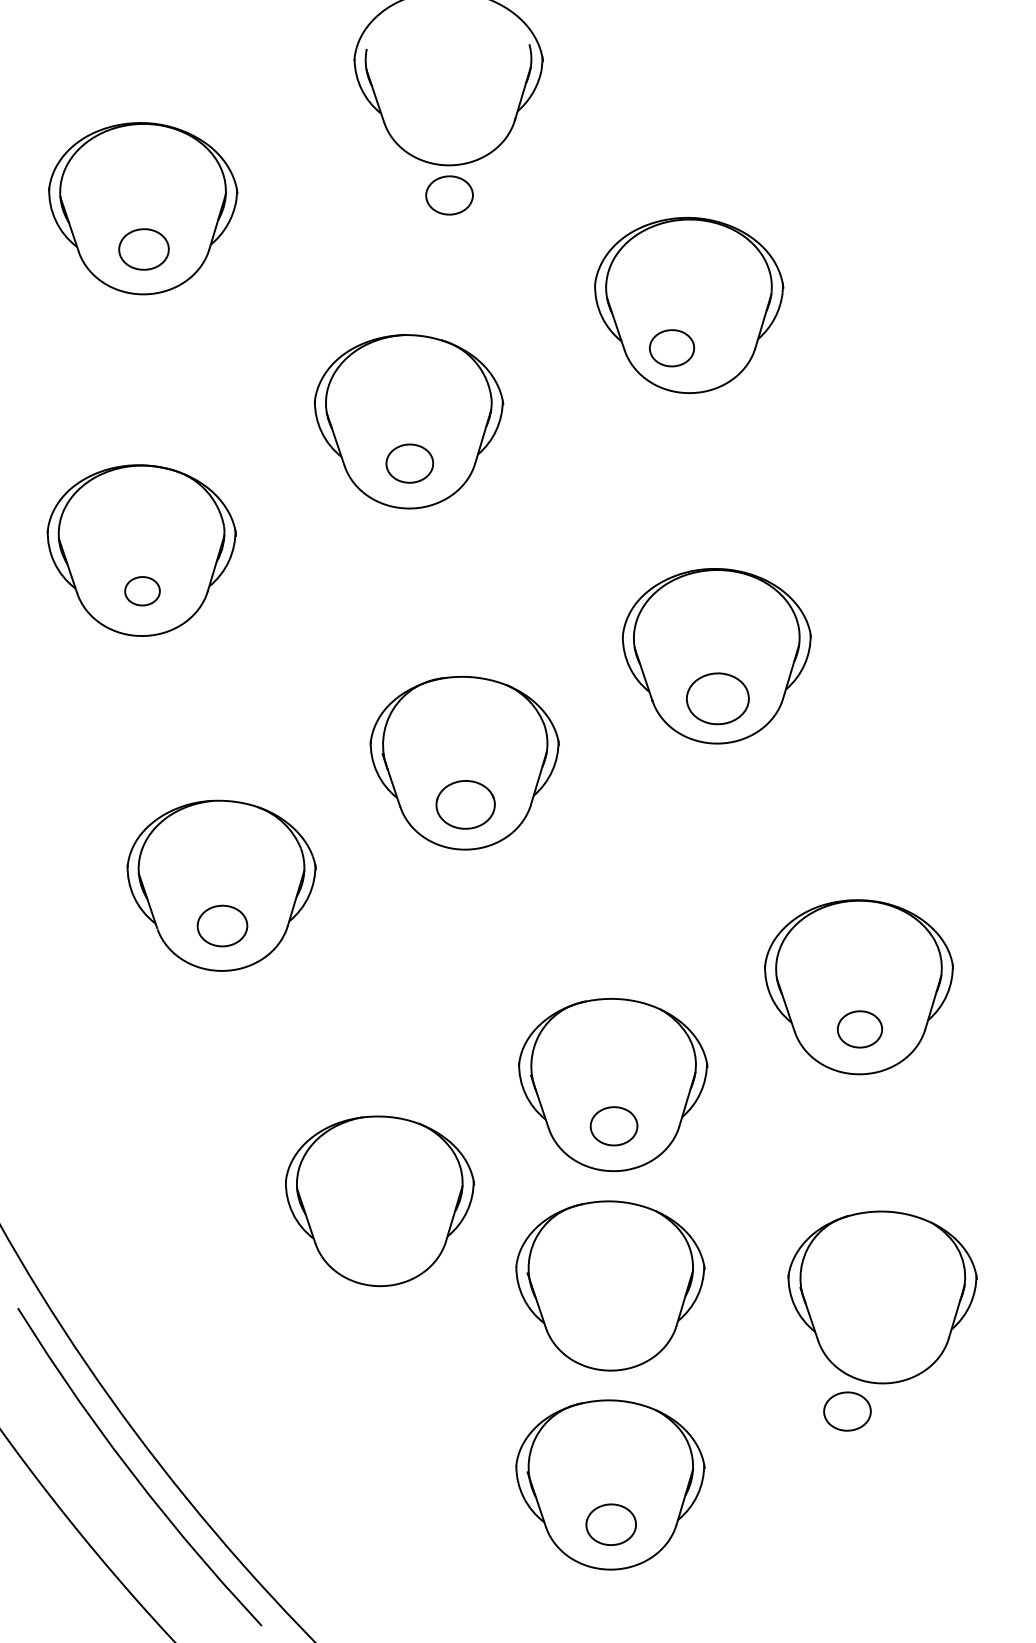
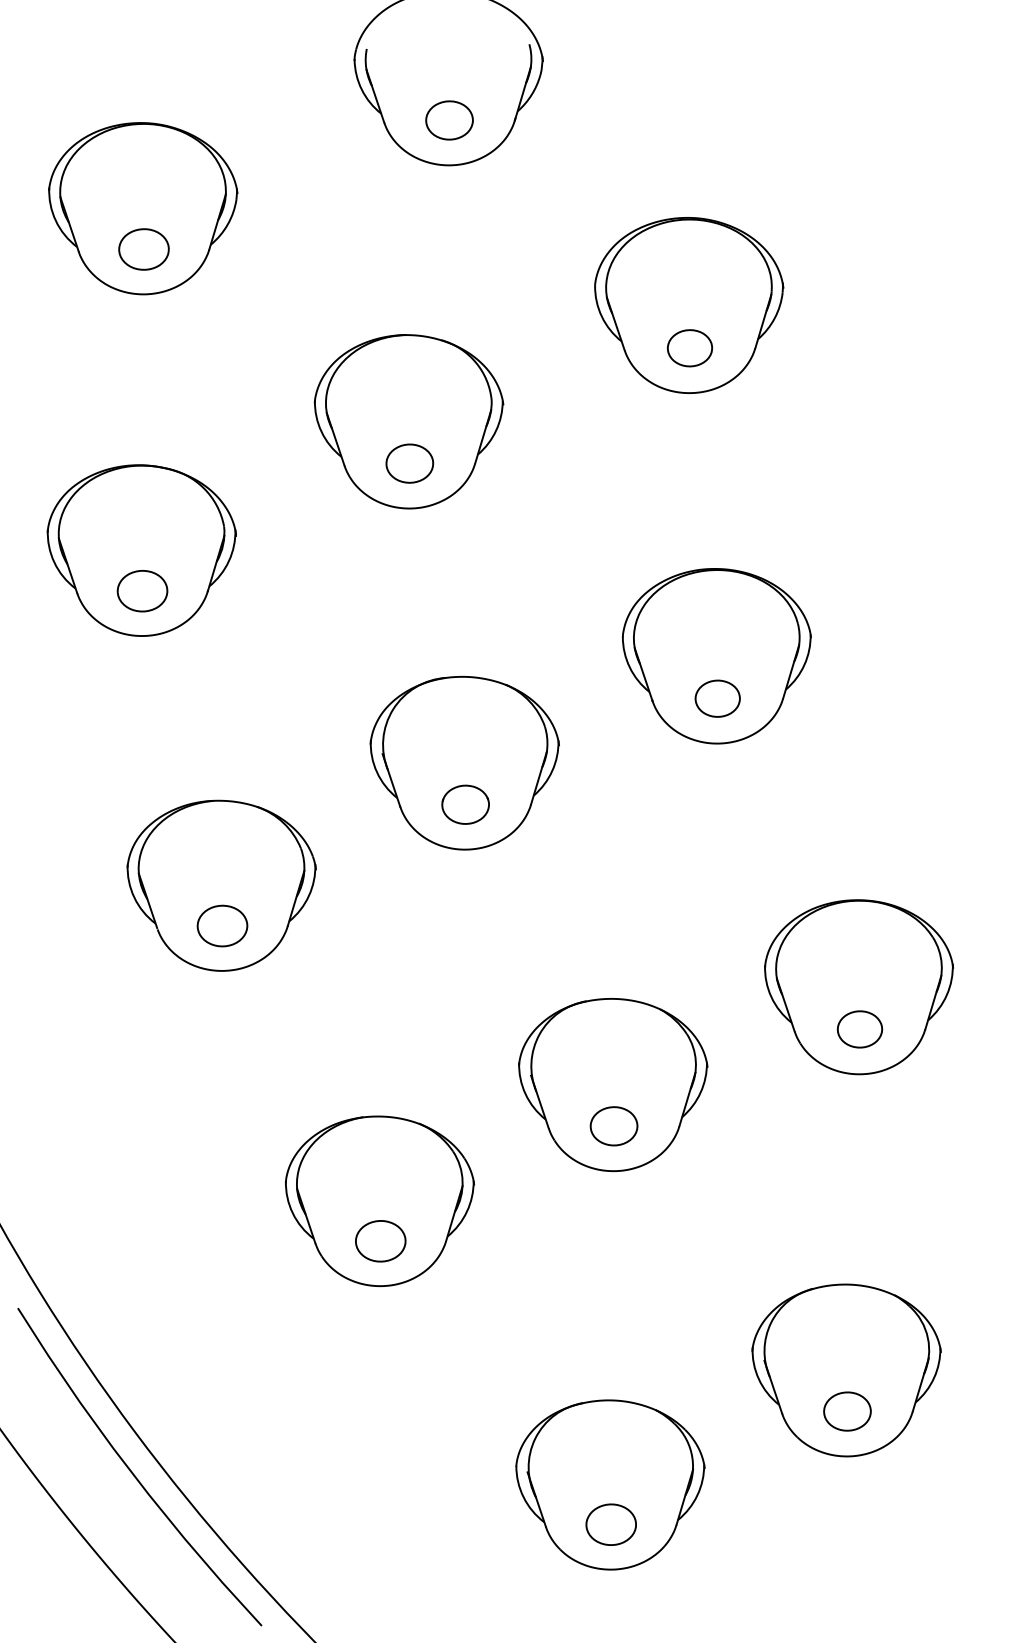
part at (449, 195) position: (449, 195) -> (449, 120)
part at (671, 348) position: (671, 348) -> (689, 348)
part at (142, 591) size: 37x31 px -> 53x43 px
part at (717, 698) size: 64x54 px -> 47x39 px
part at (465, 804) size: 61x50 px -> 49x41 px
part at (380, 1241): none -> present
part at (610, 1285): present -> none
part at (882, 1297) position: (882, 1297) -> (846, 1370)
